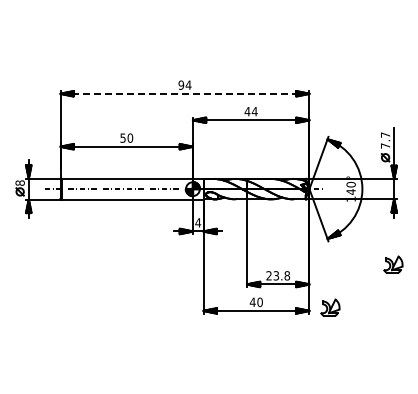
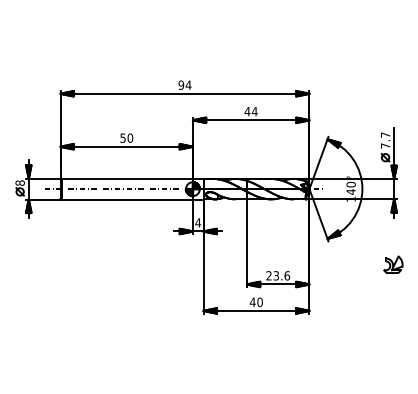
line at (185, 93): dashed -> solid
text at (286, 275): 23.8 -> 23.6
part at (330, 307): present -> none
